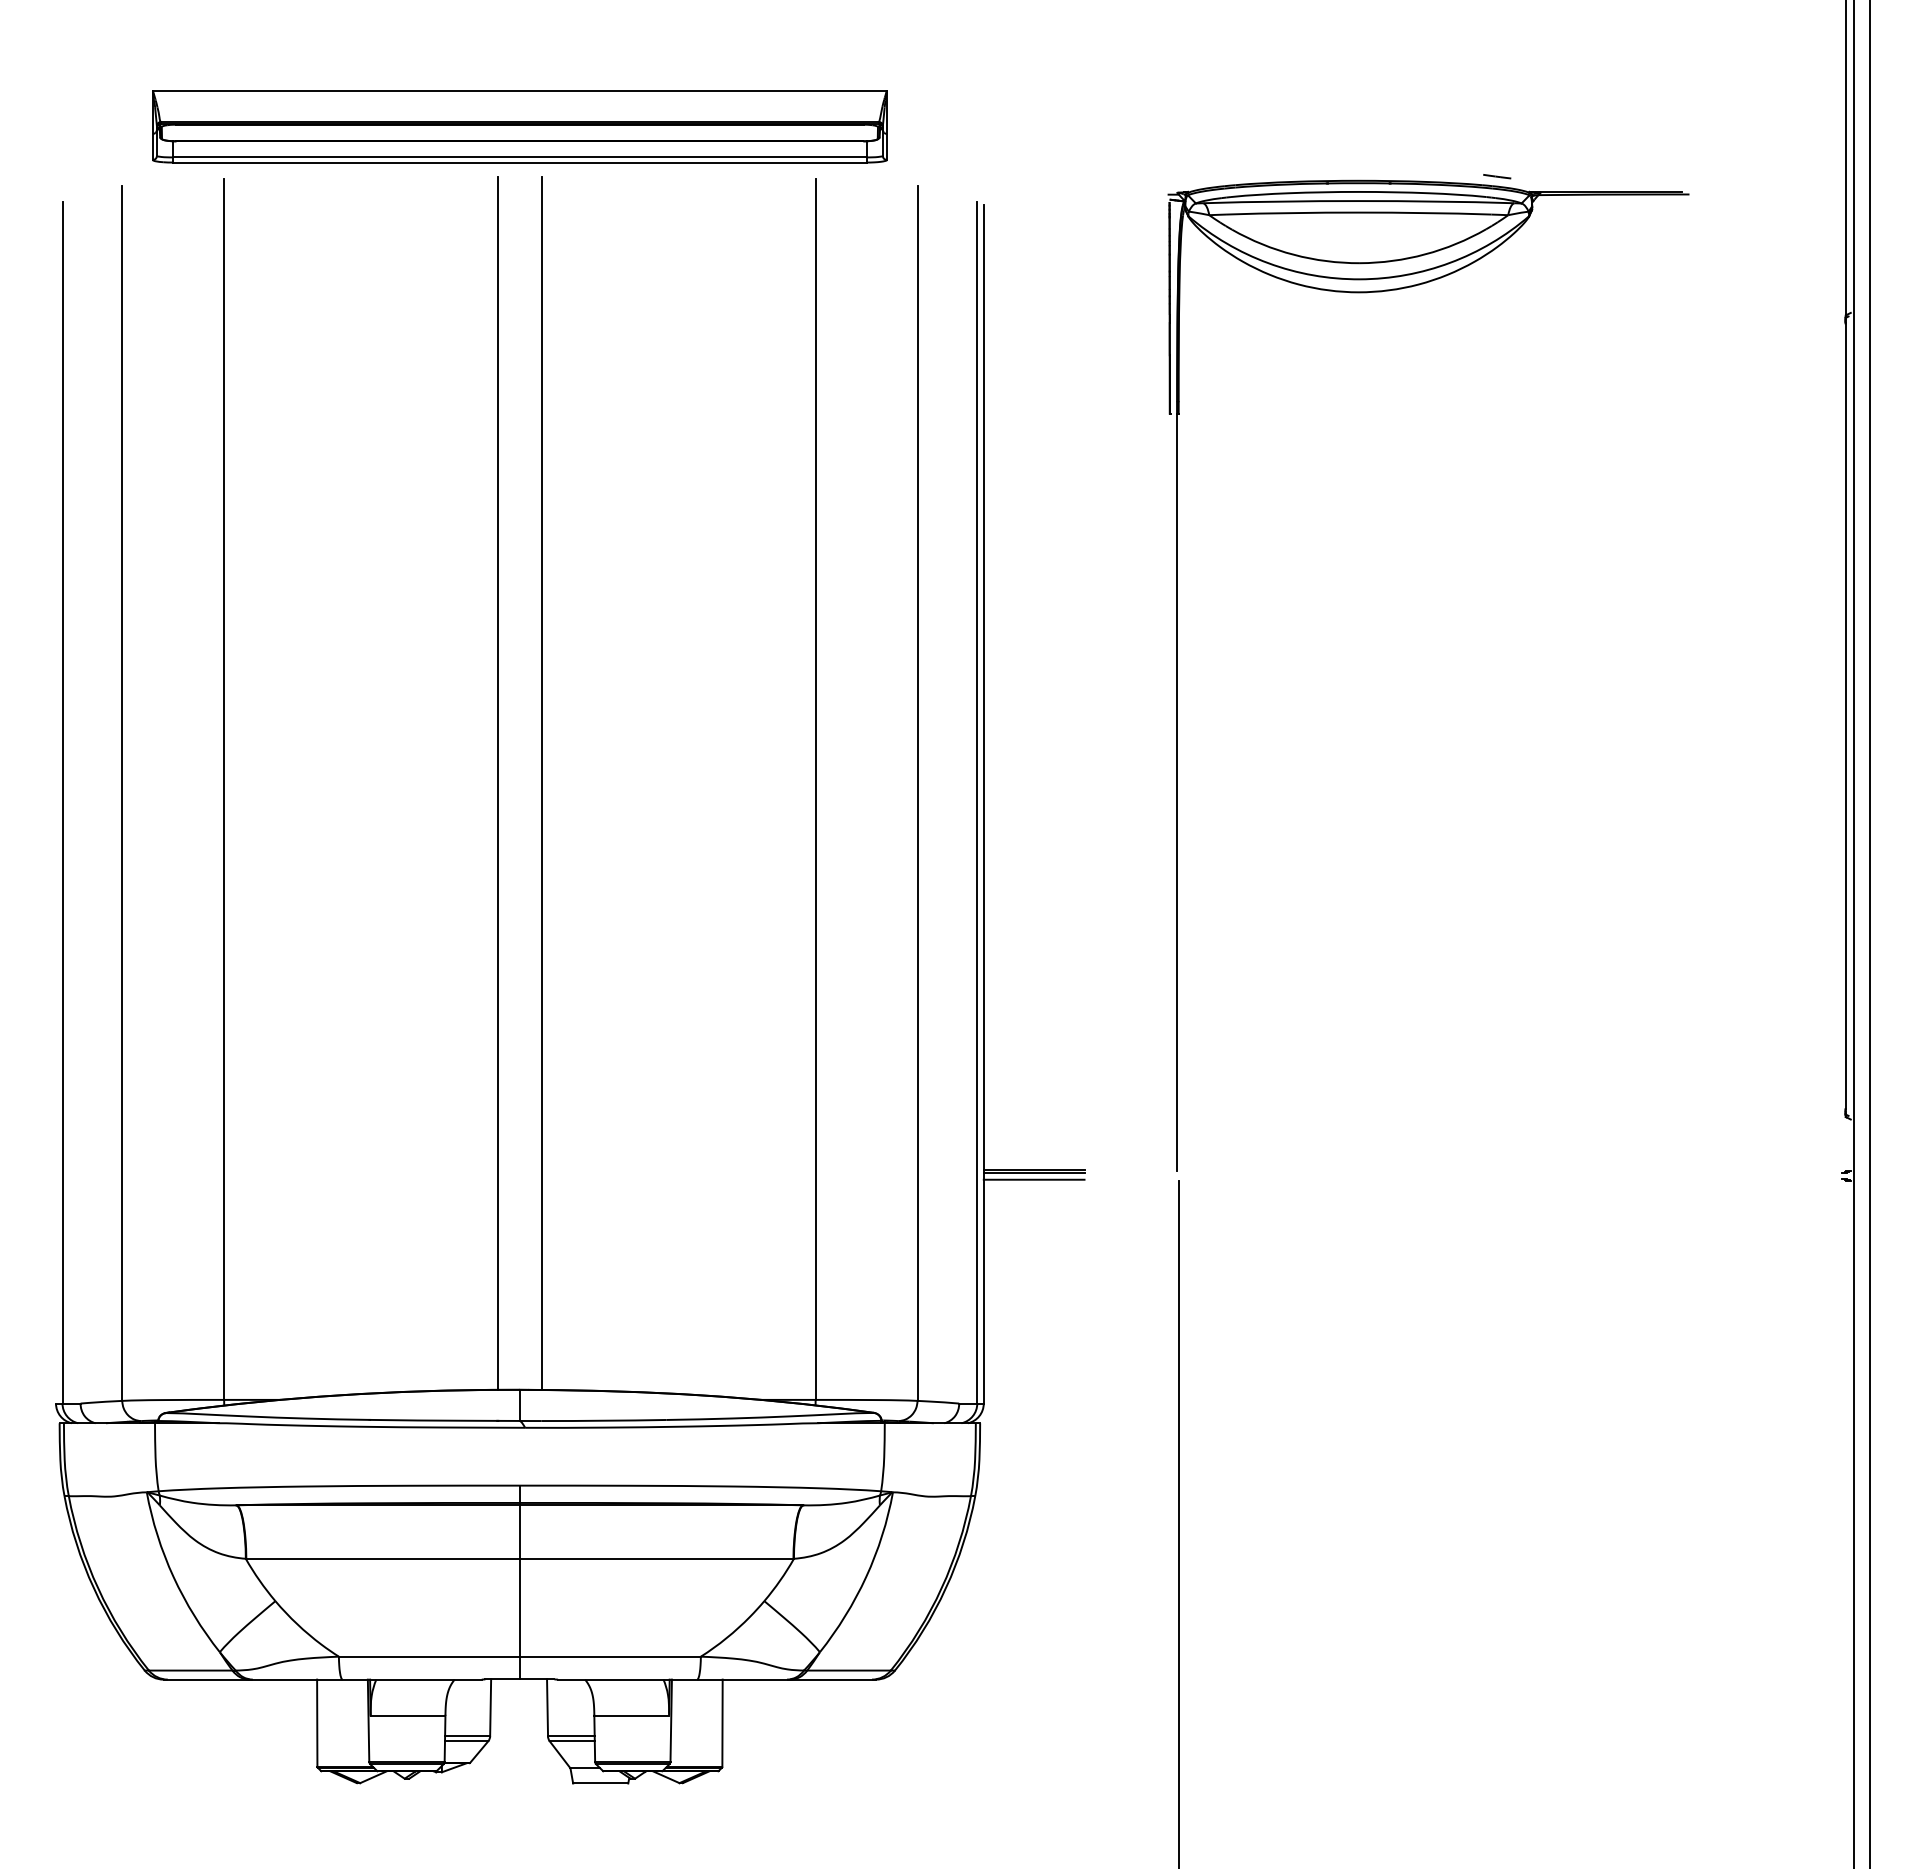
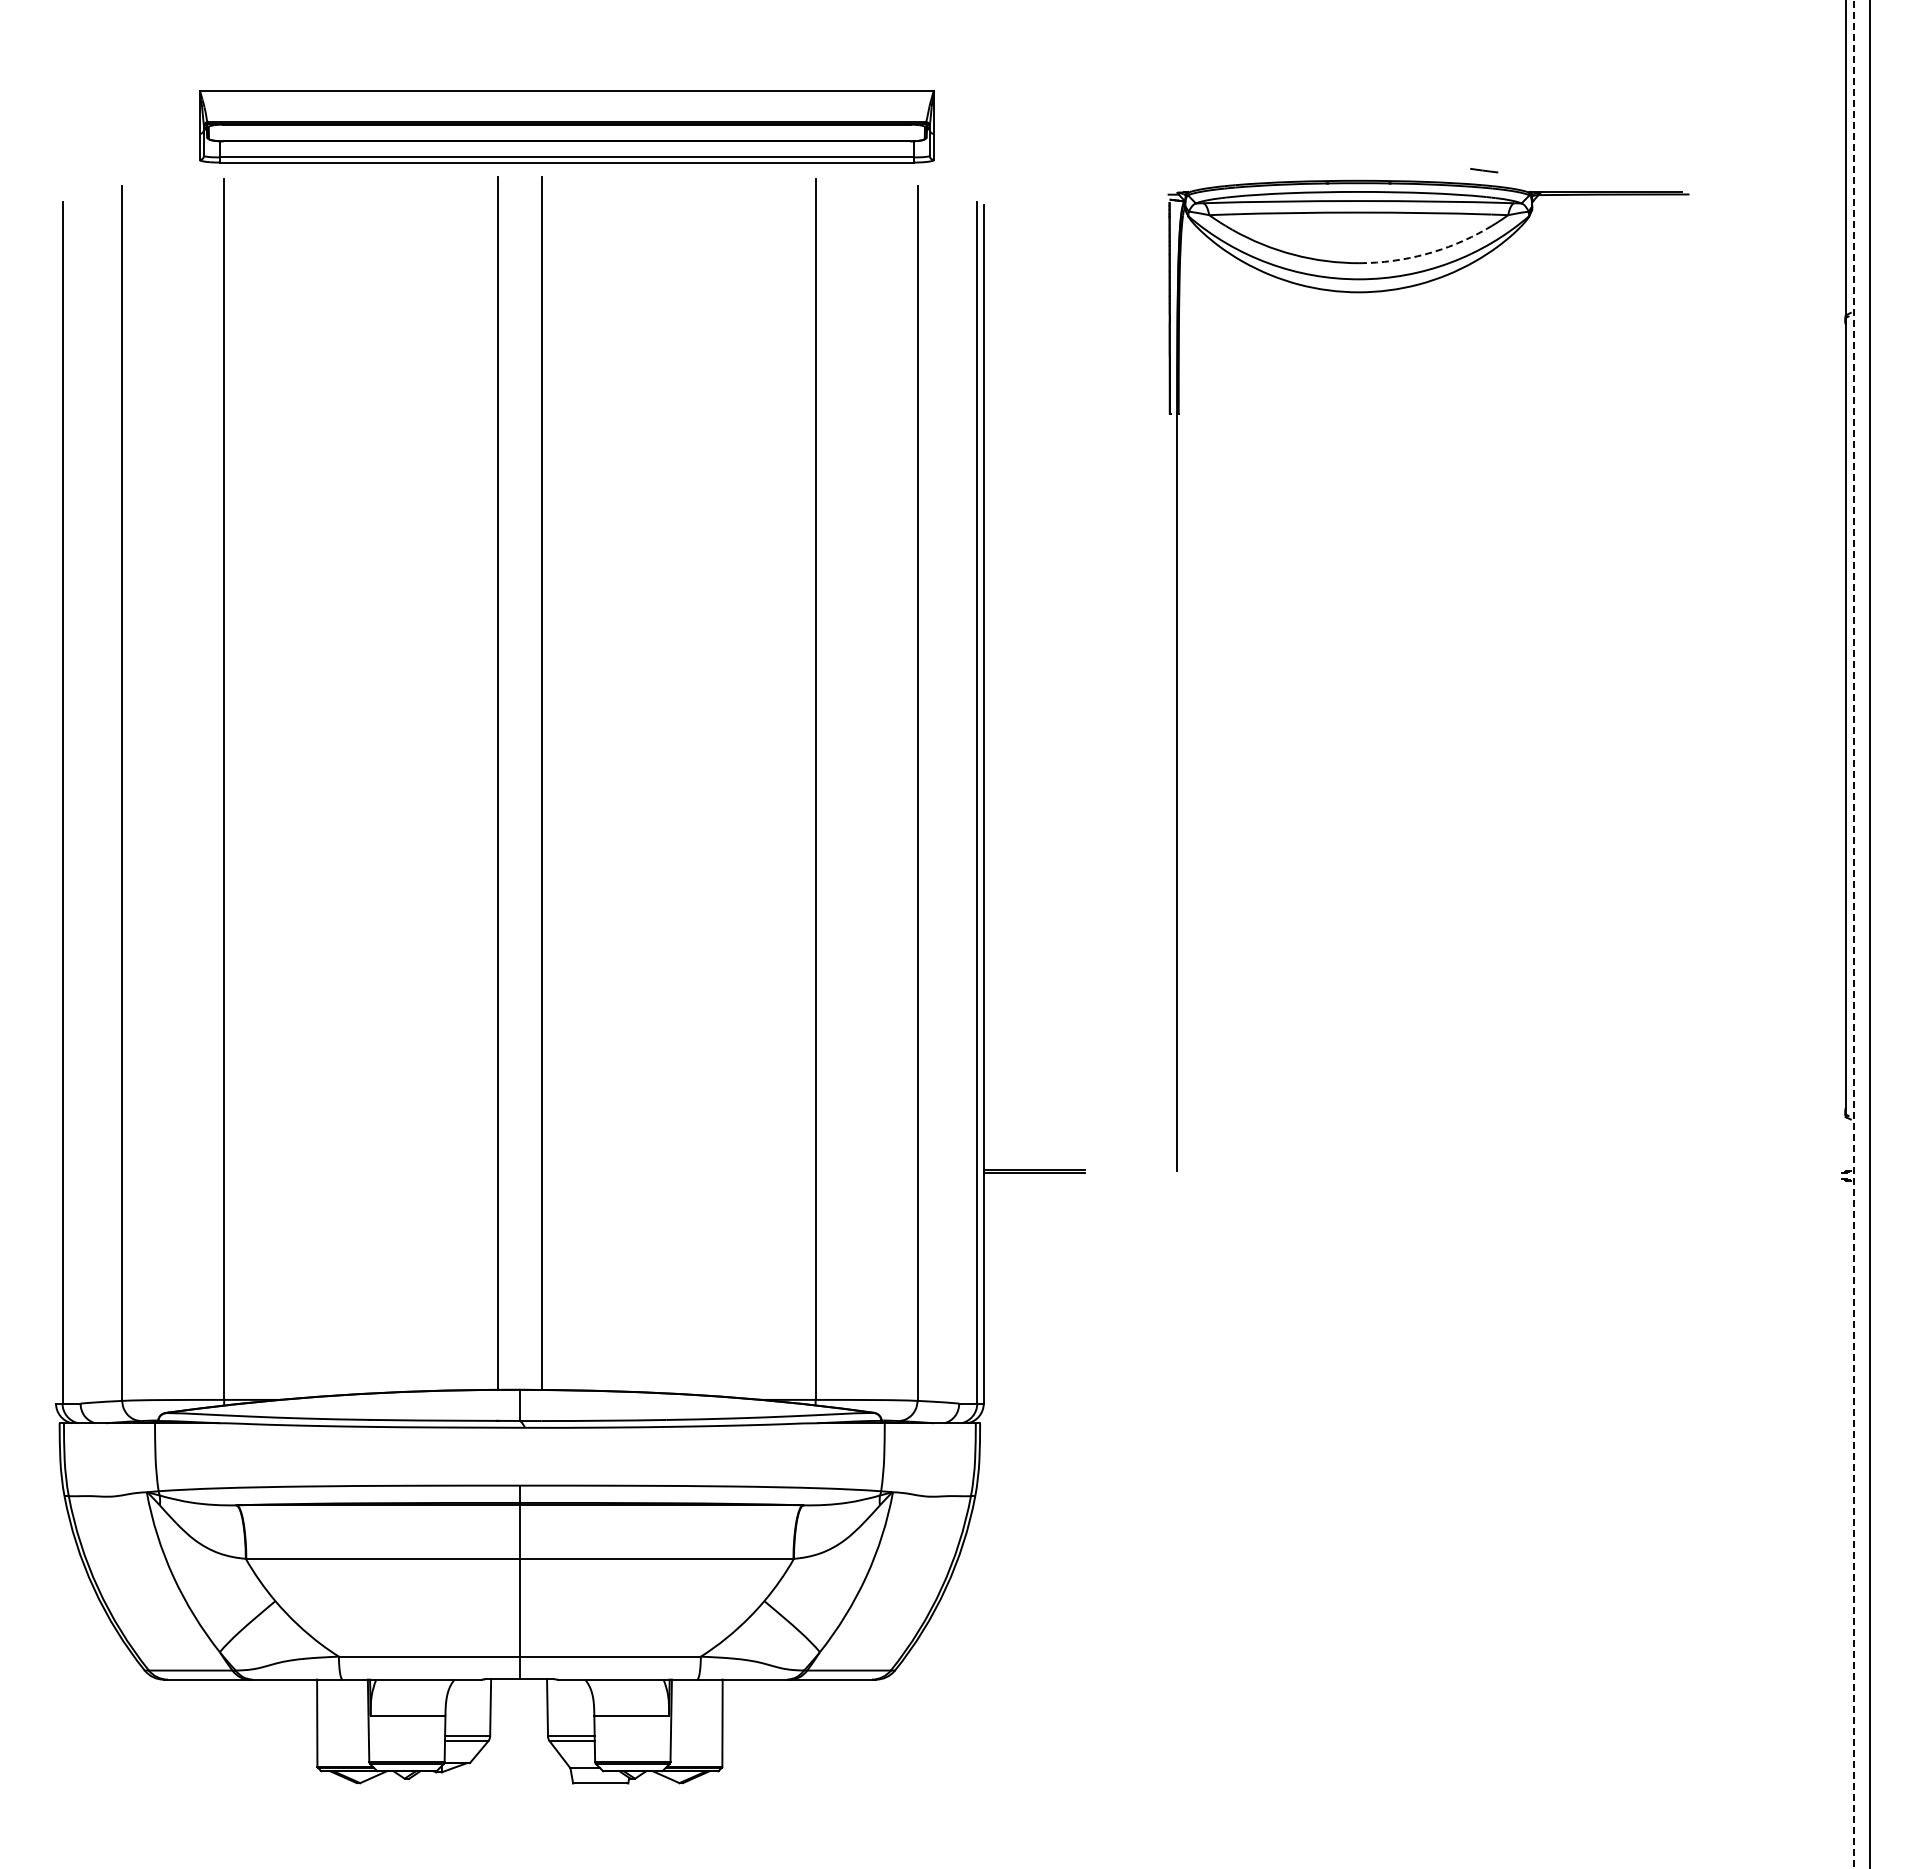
part at (519, 126) position: (519, 126) -> (566, 126)
line at (1497, 176) position: (1497, 176) -> (1484, 170)
arc at (1425, 254): solid -> dashed
line at (1854, 934): solid -> dashed
line at (1033, 1179): present -> none
line at (1178, 1523): present -> none
